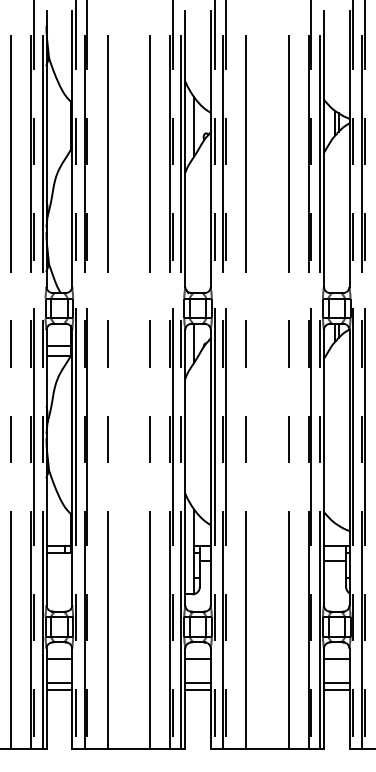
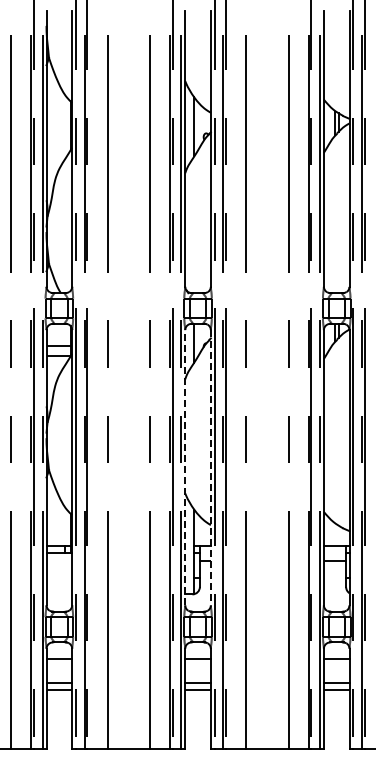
line at (185, 467): solid -> dashed
line at (210, 467): solid -> dashed
